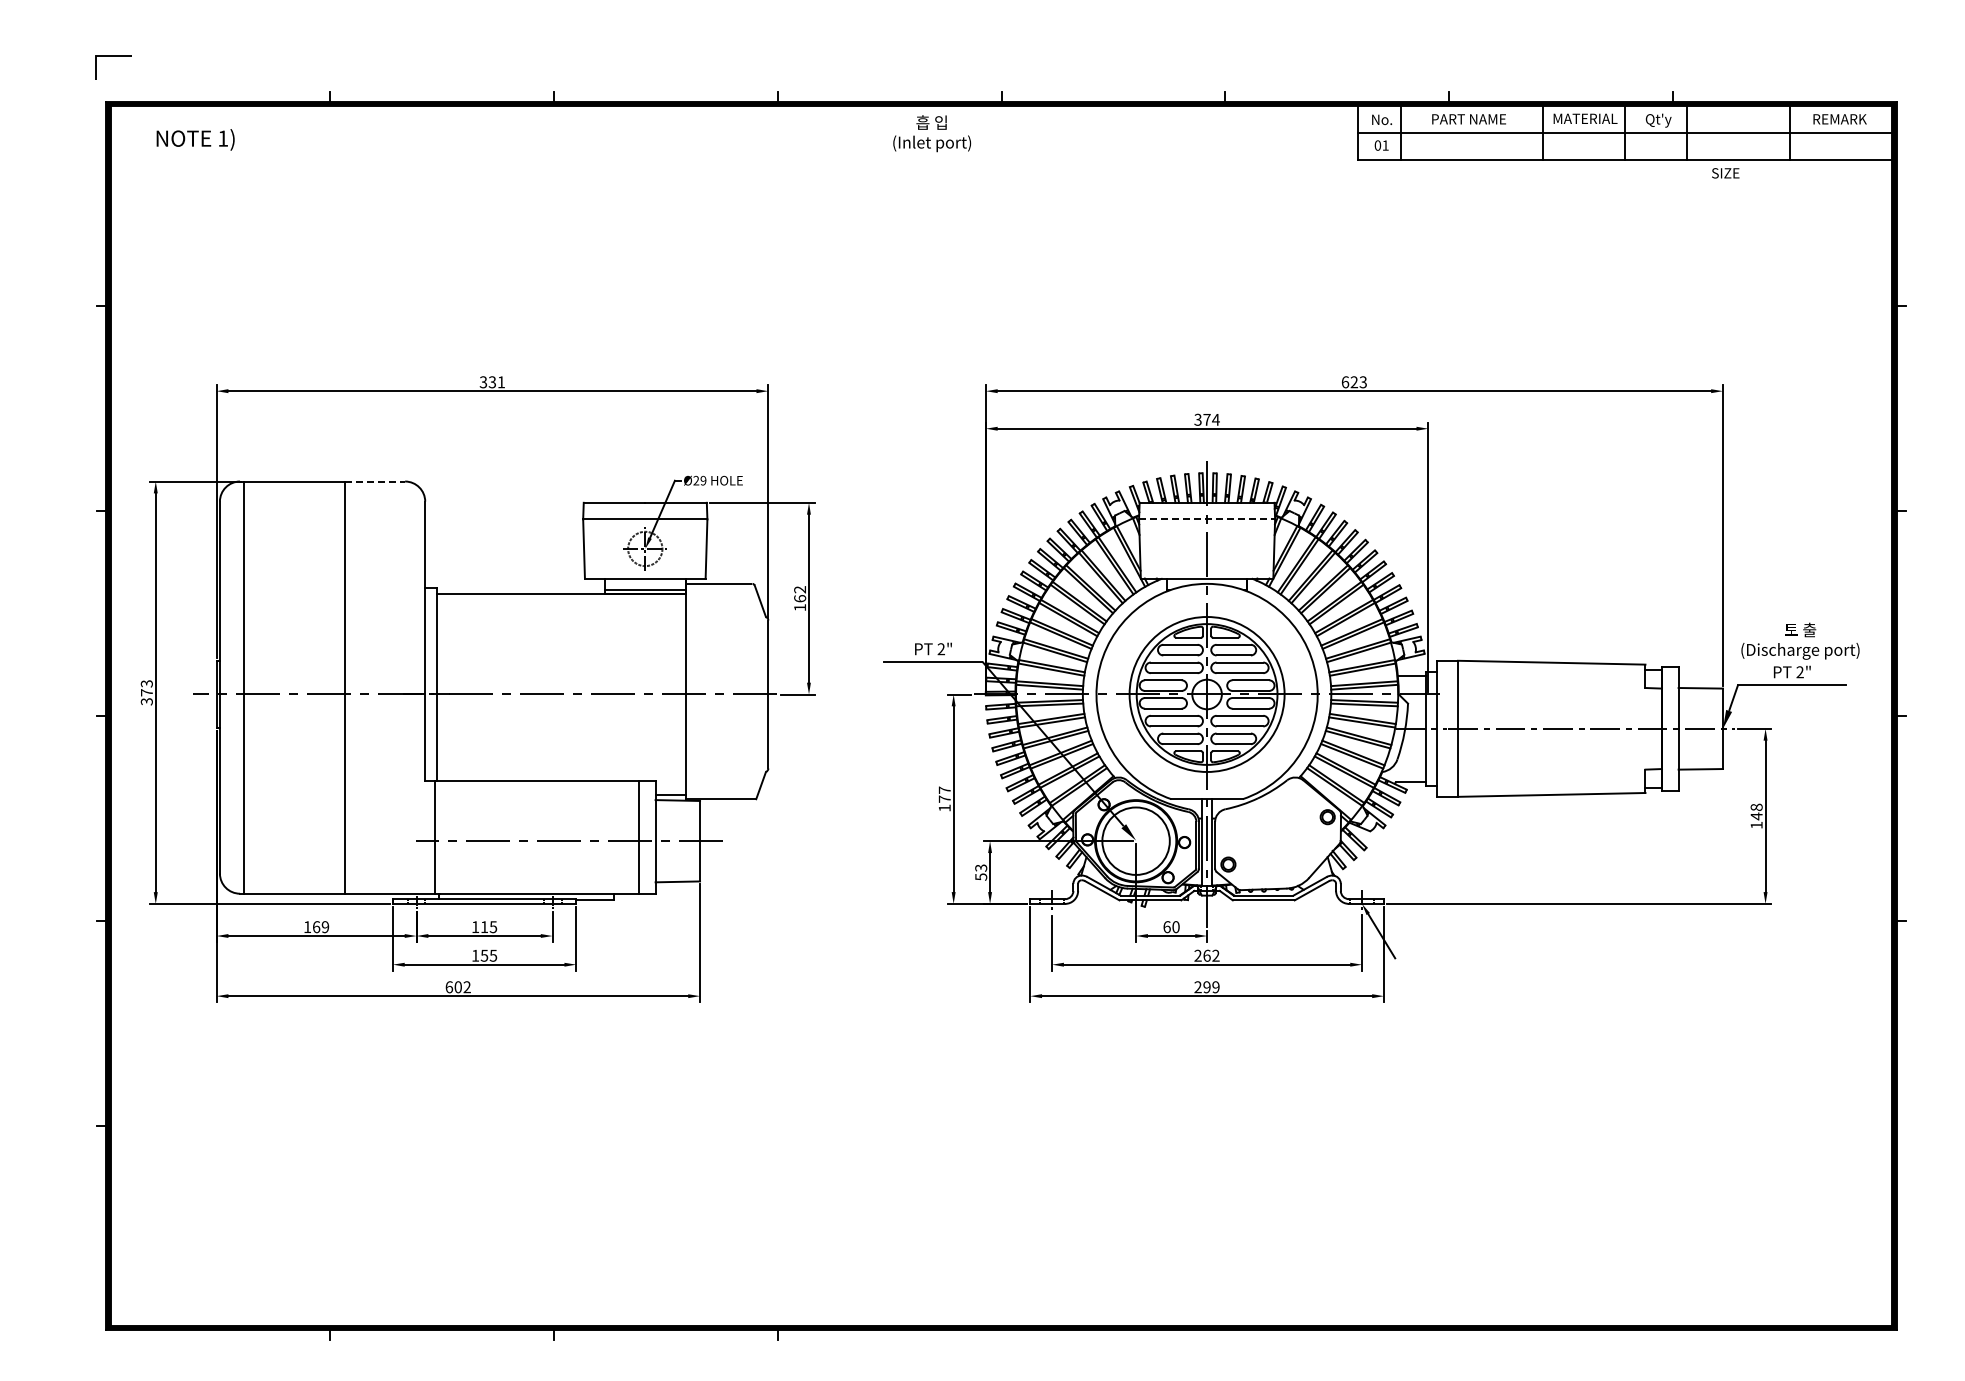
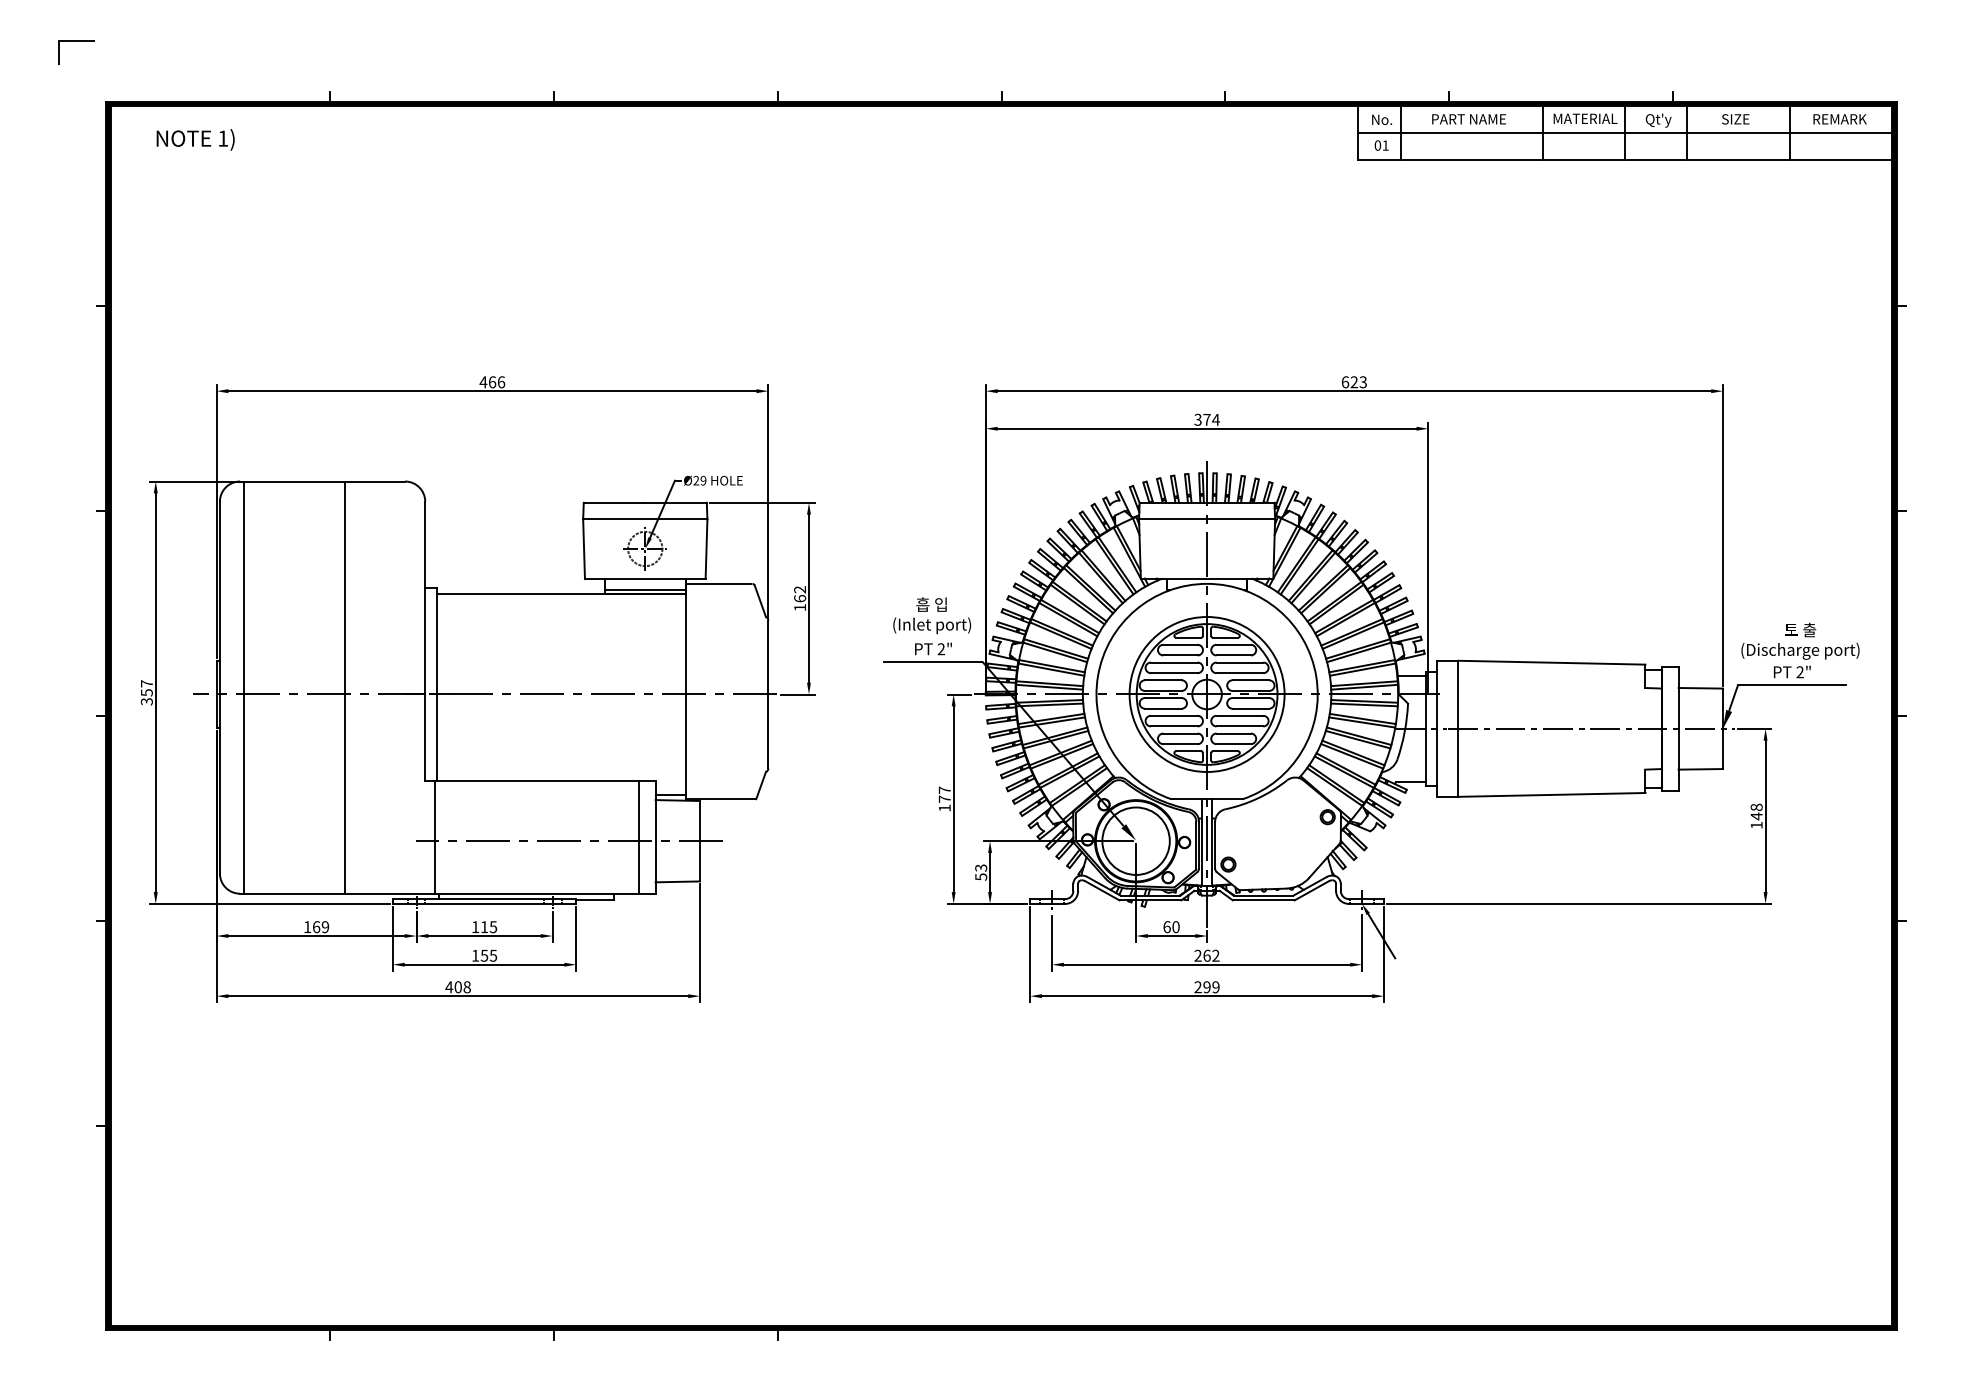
line at (113, 56) position: (113, 56) -> (76, 41)
text at (932, 133) position: (932, 133) -> (932, 615)
text at (1725, 173) position: (1725, 173) -> (1735, 119)
text at (492, 382): 331 -> 466
line at (375, 481): dashed -> solid
line at (1207, 519): dashed -> solid
text at (146, 688): 373 -> 357
text at (457, 987): 602 -> 408
